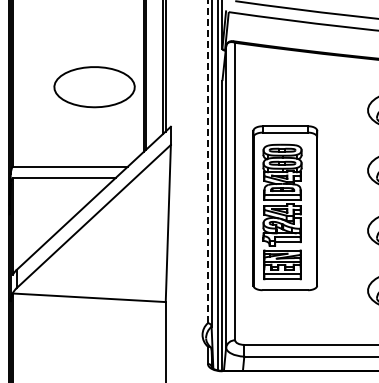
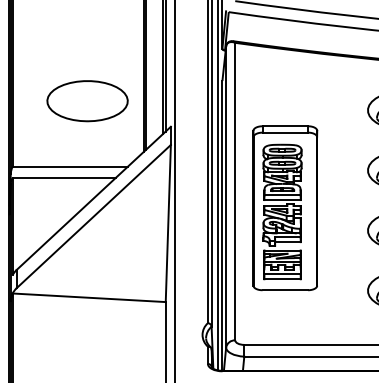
part at (94, 87) position: (94, 87) -> (87, 101)
line at (207, 161): dashed -> solid
line at (175, 190): none -> present
